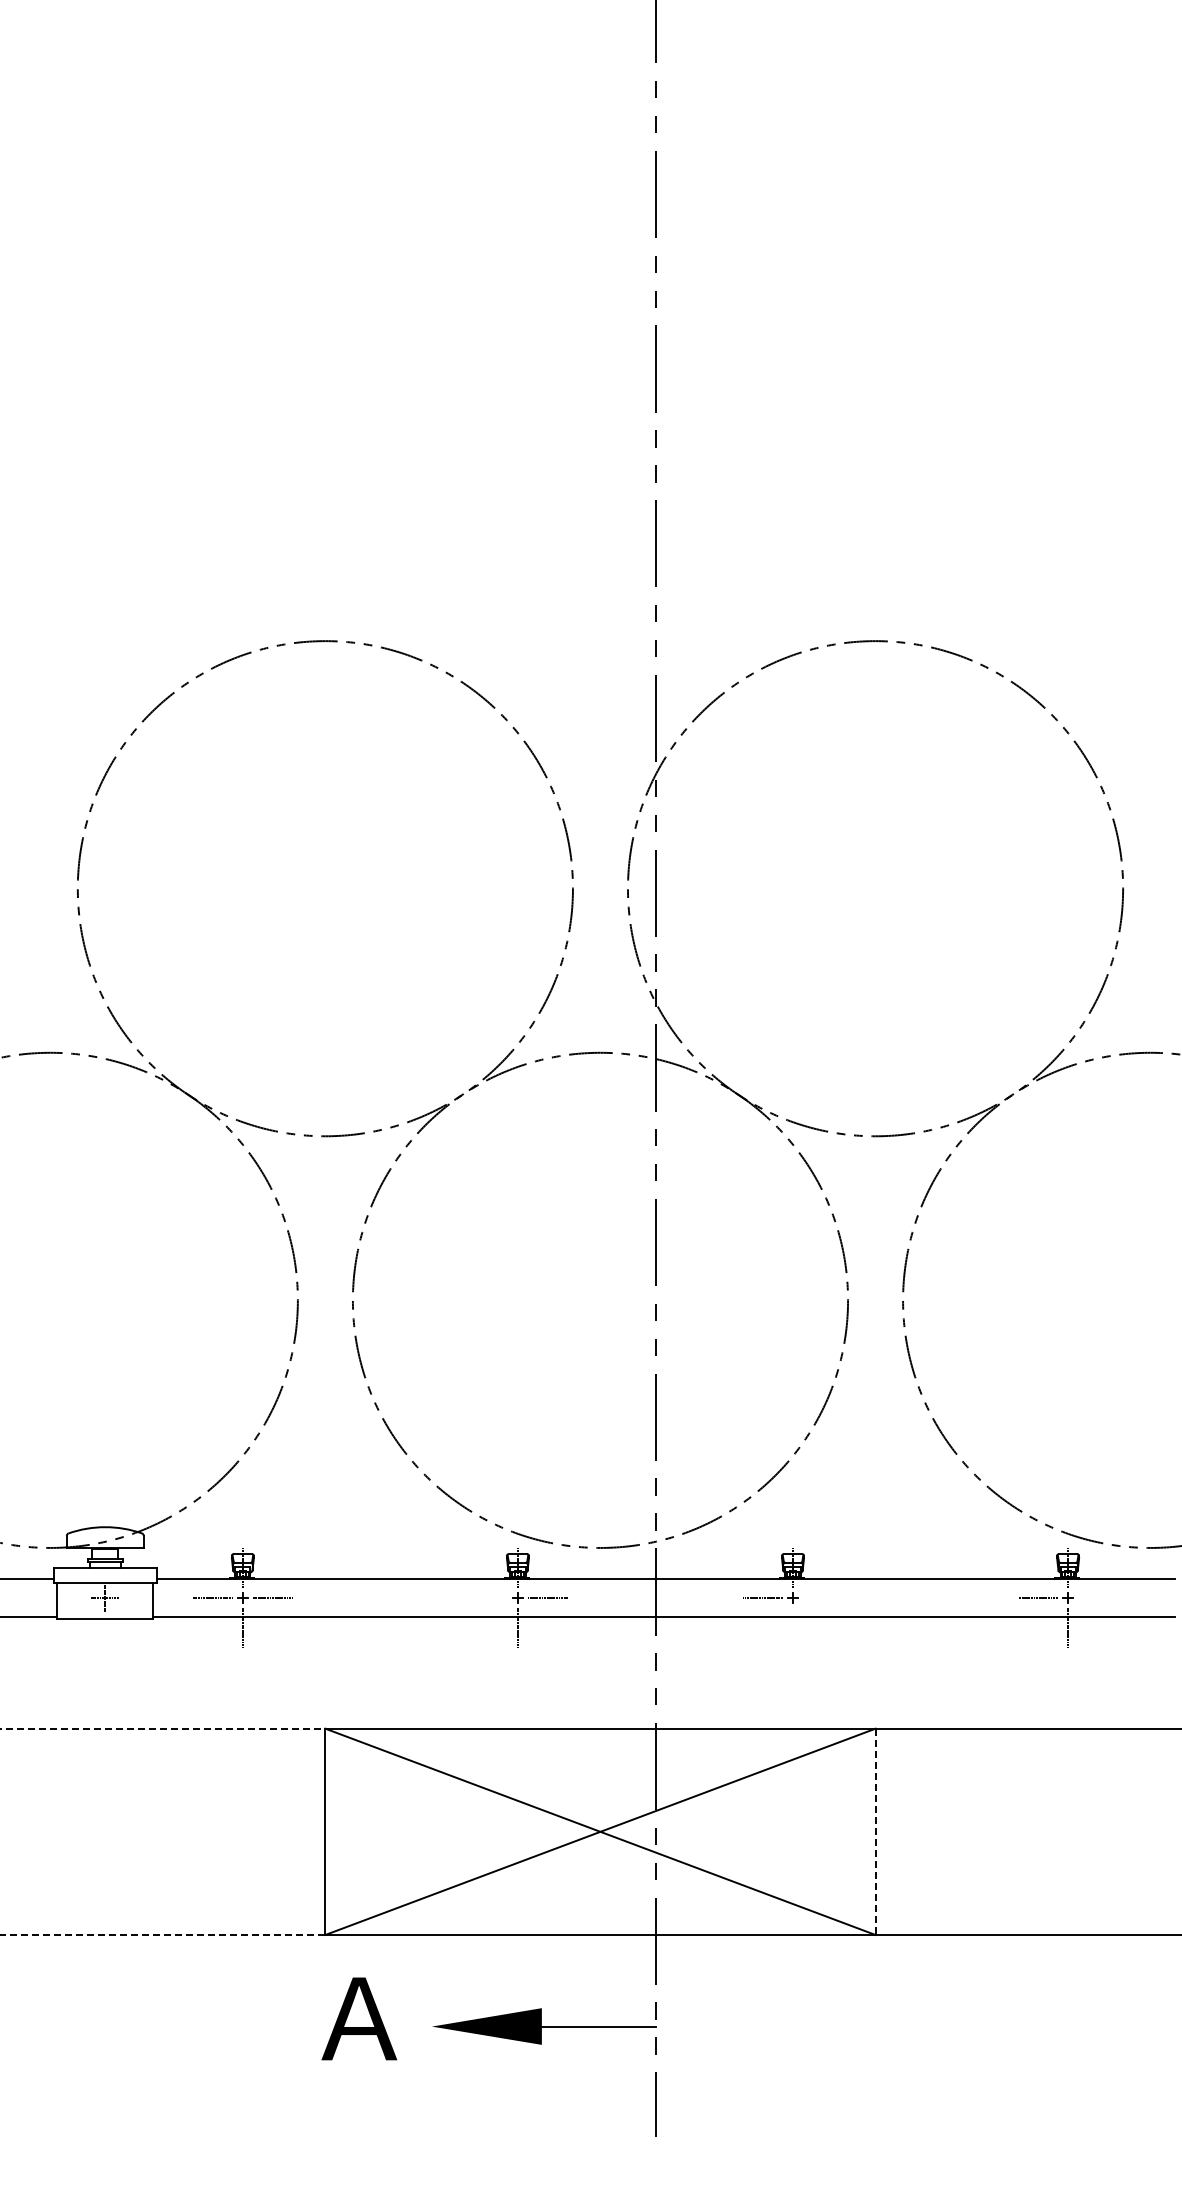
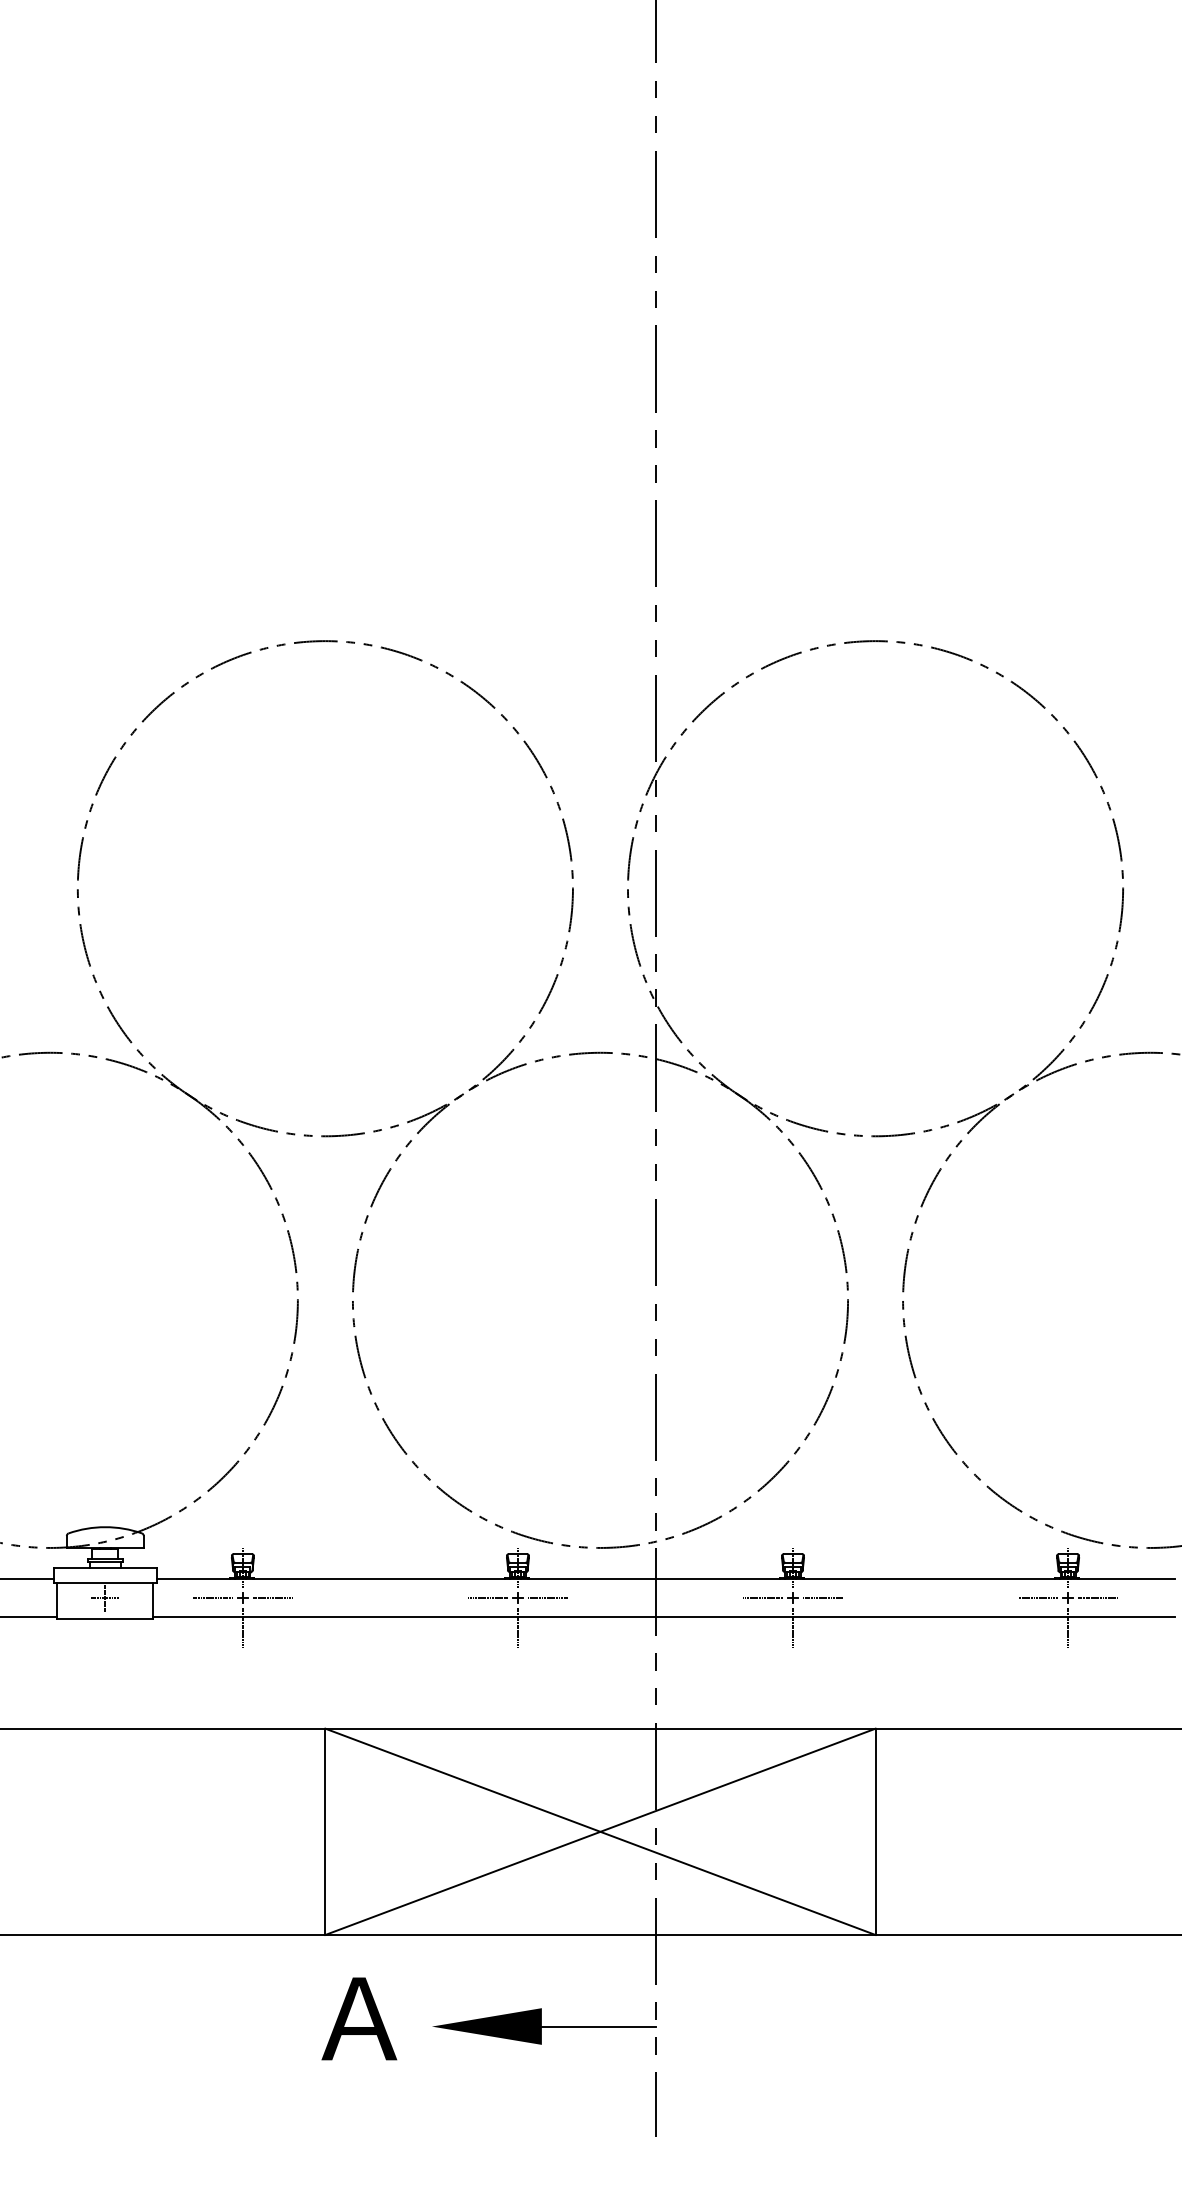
line at (488, 1598): none -> present
line at (822, 1598): none -> present
line at (1097, 1598): none -> present
line at (793, 1627): none -> present
line at (163, 1728): dashed -> solid
line at (875, 1832): dashed -> solid
line at (162, 1934): dashed -> solid
